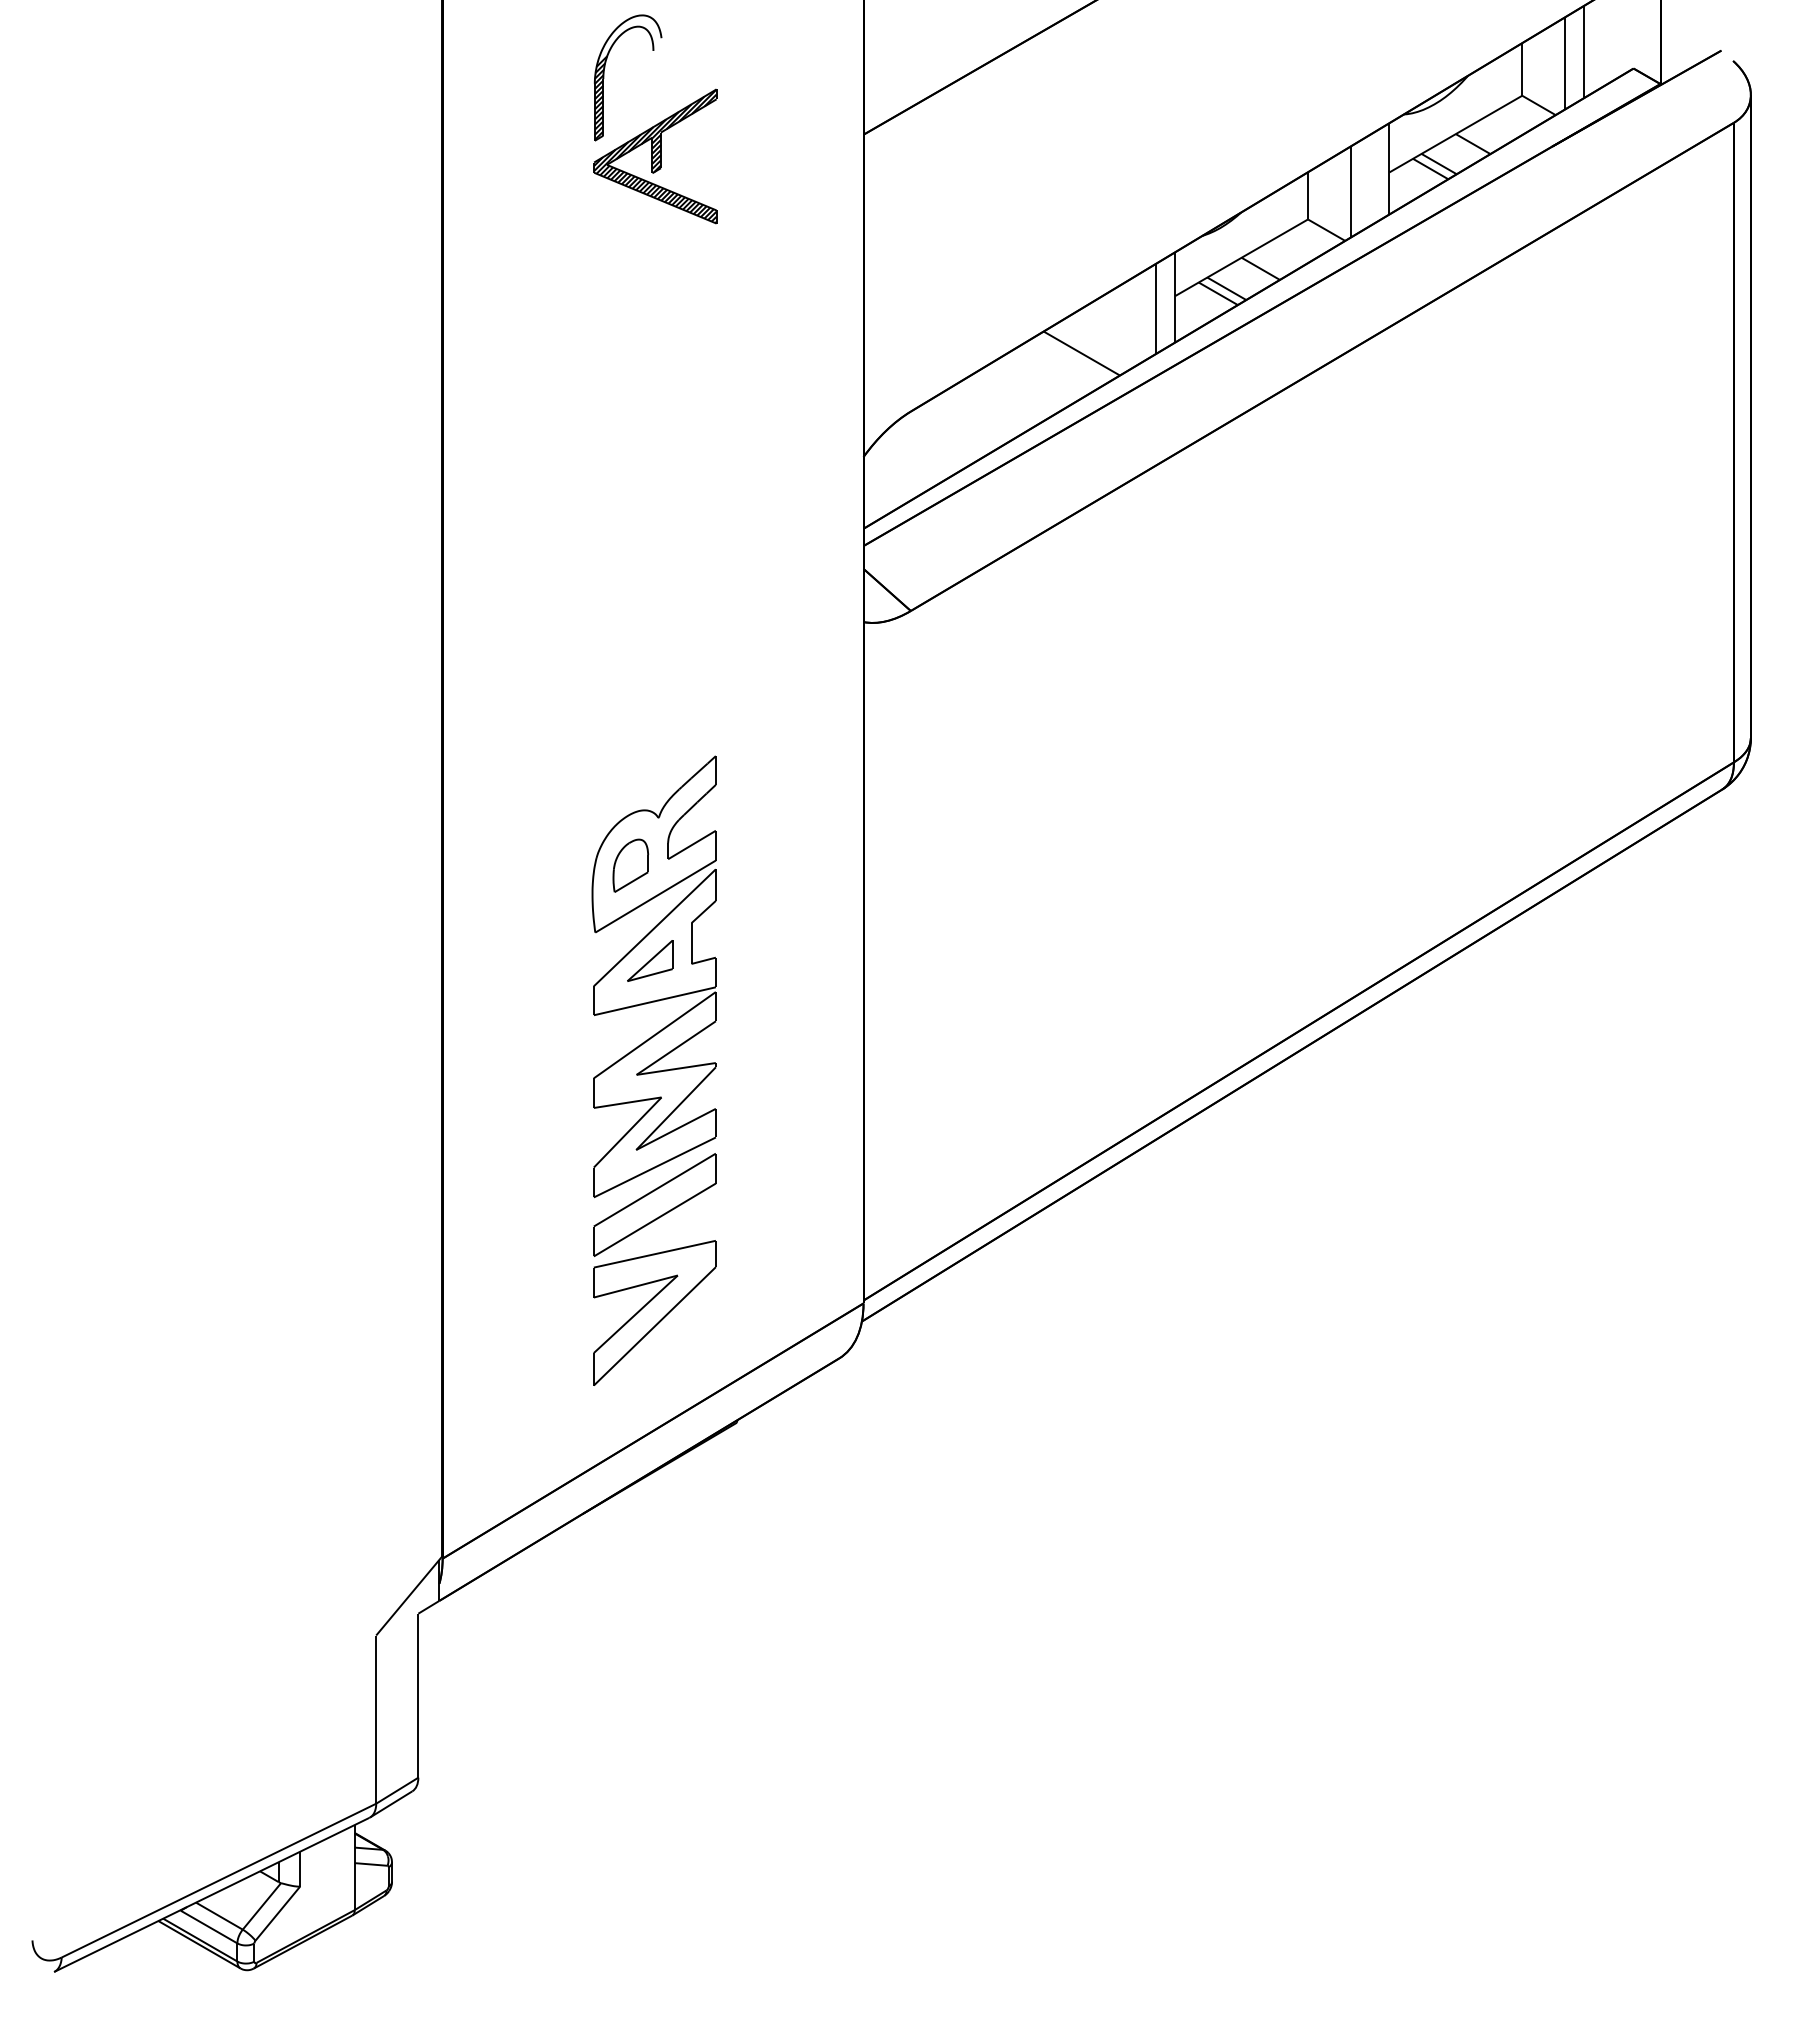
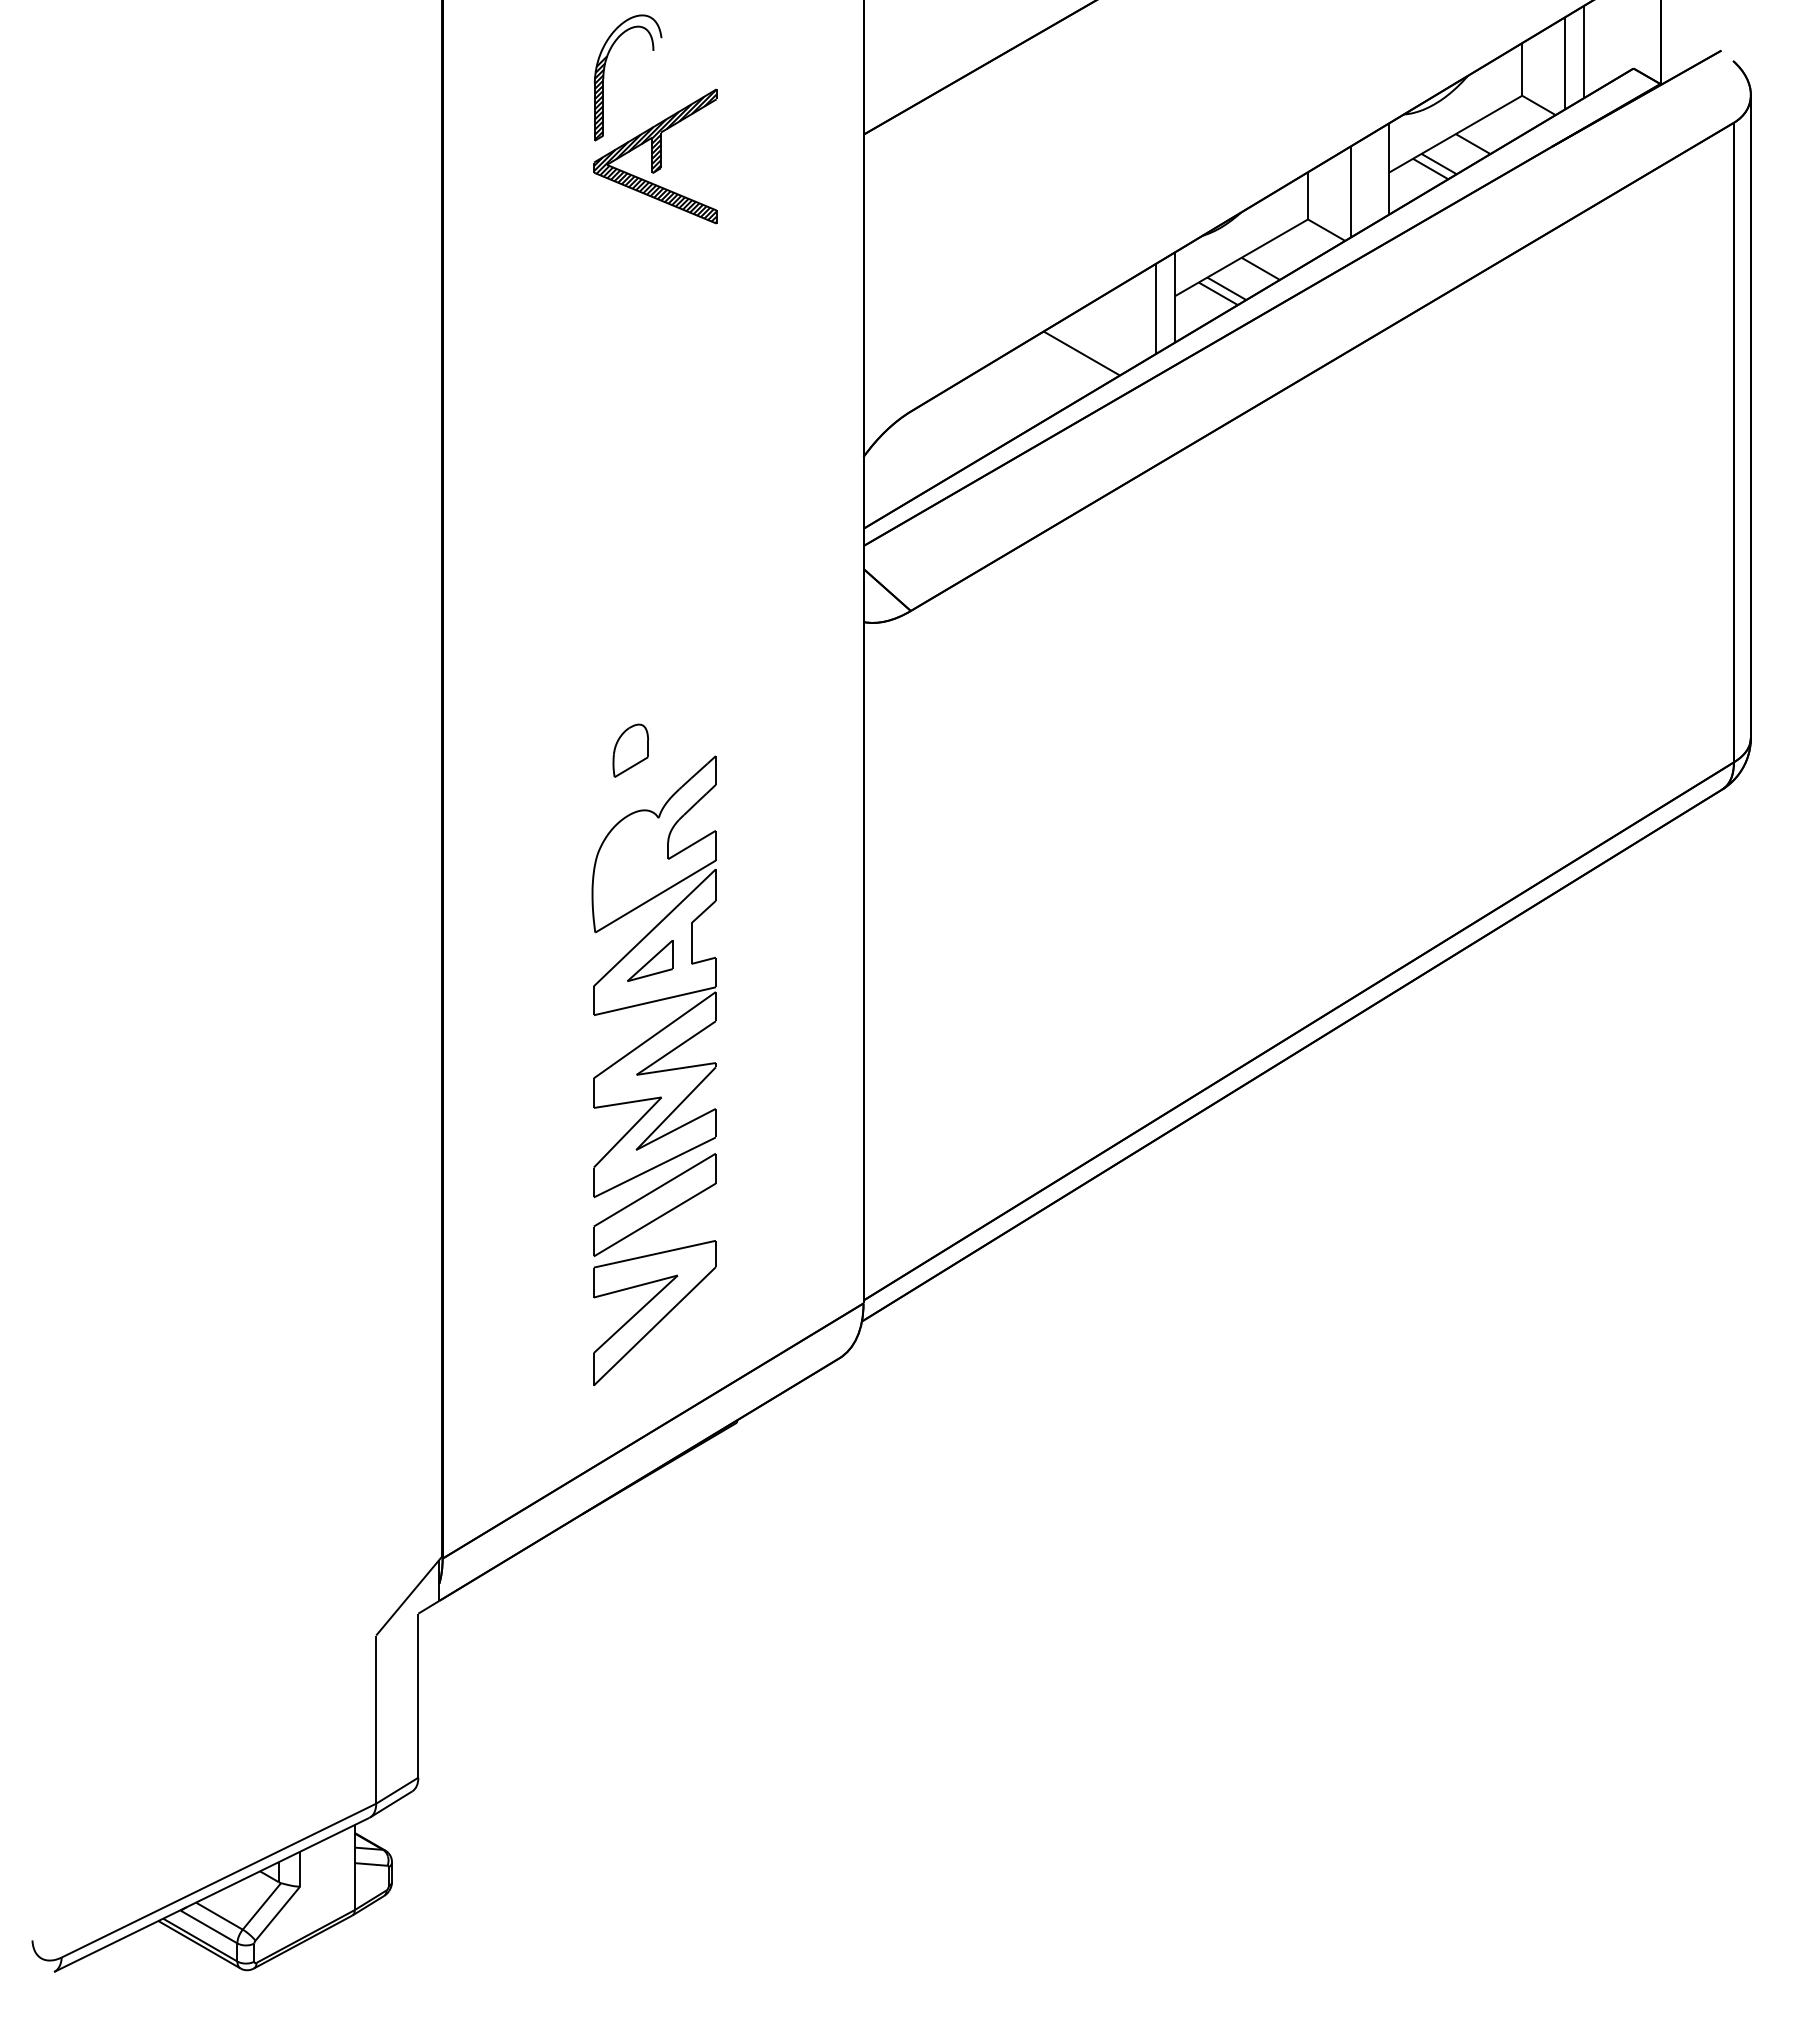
part at (630, 865) position: (630, 865) -> (630, 750)
